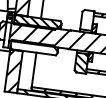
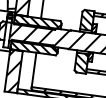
hatch at (86, 20): none -> present
hatch at (34, 47): none -> present
